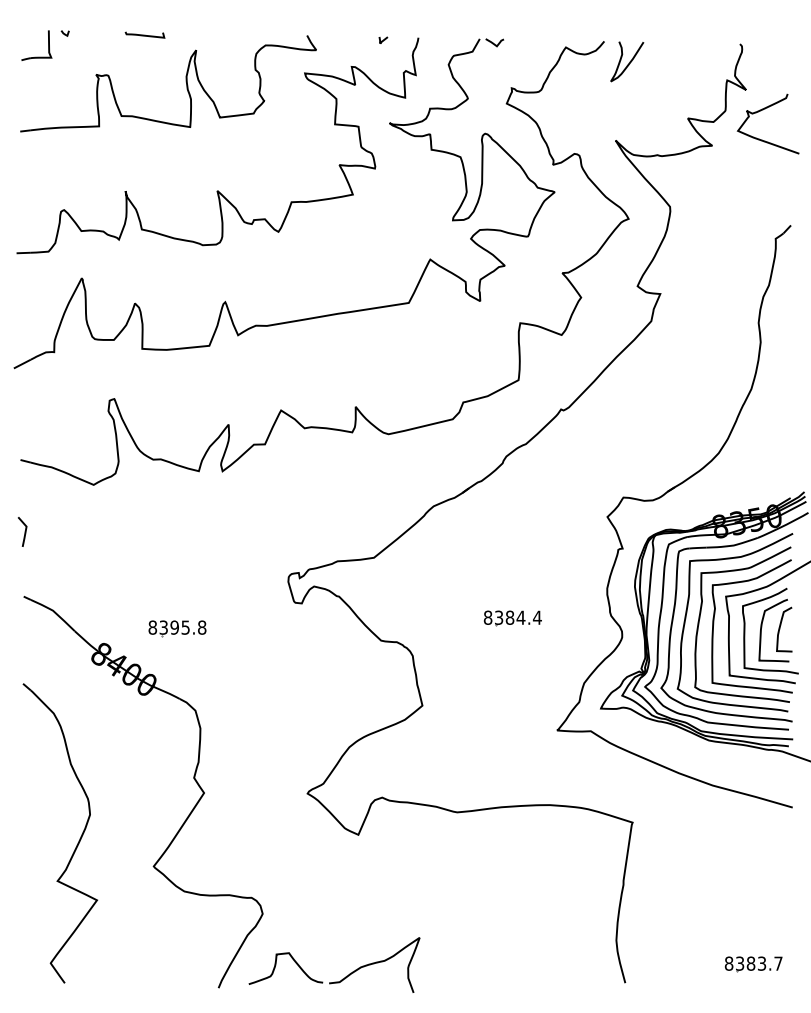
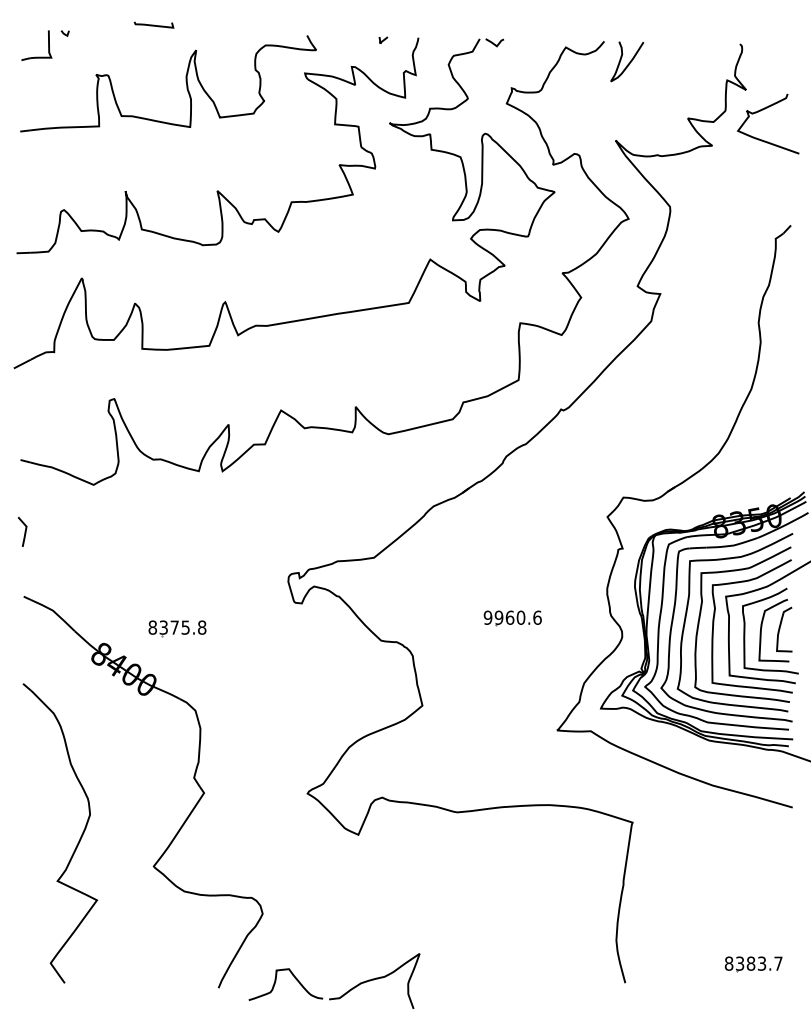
curve at (144, 34) position: (144, 34) -> (153, 24)
text at (512, 617): 8384.4 -> 9960.6
text at (174, 627): 8395.8 -> 8375.8
part at (342, 978) position: (342, 978) -> (342, 994)
